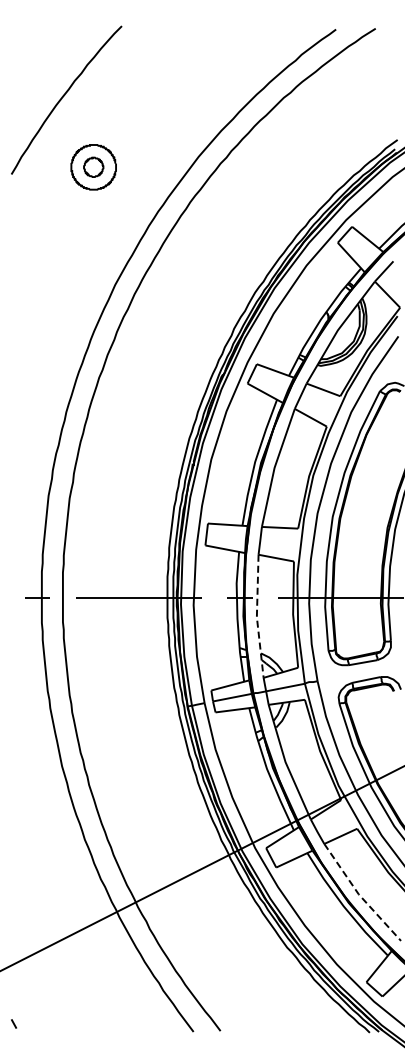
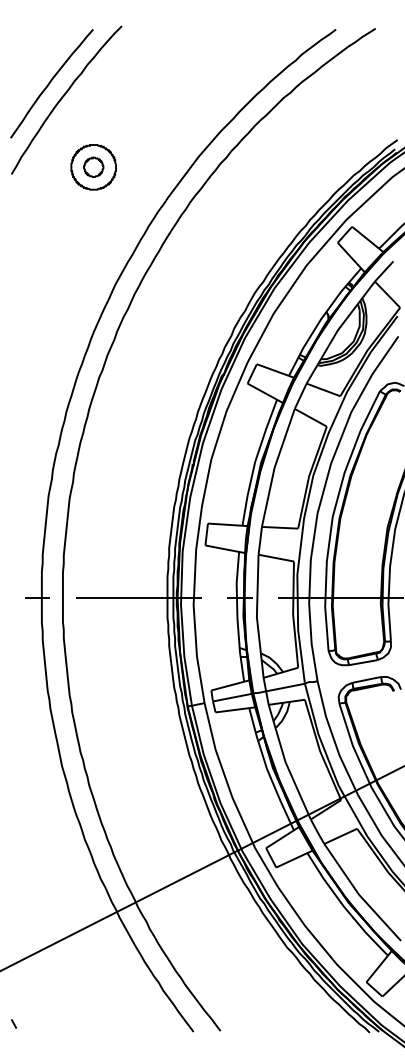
curve at (51, 82): none -> present
line at (256, 617): dashed -> solid
line at (358, 894): dashed -> solid
